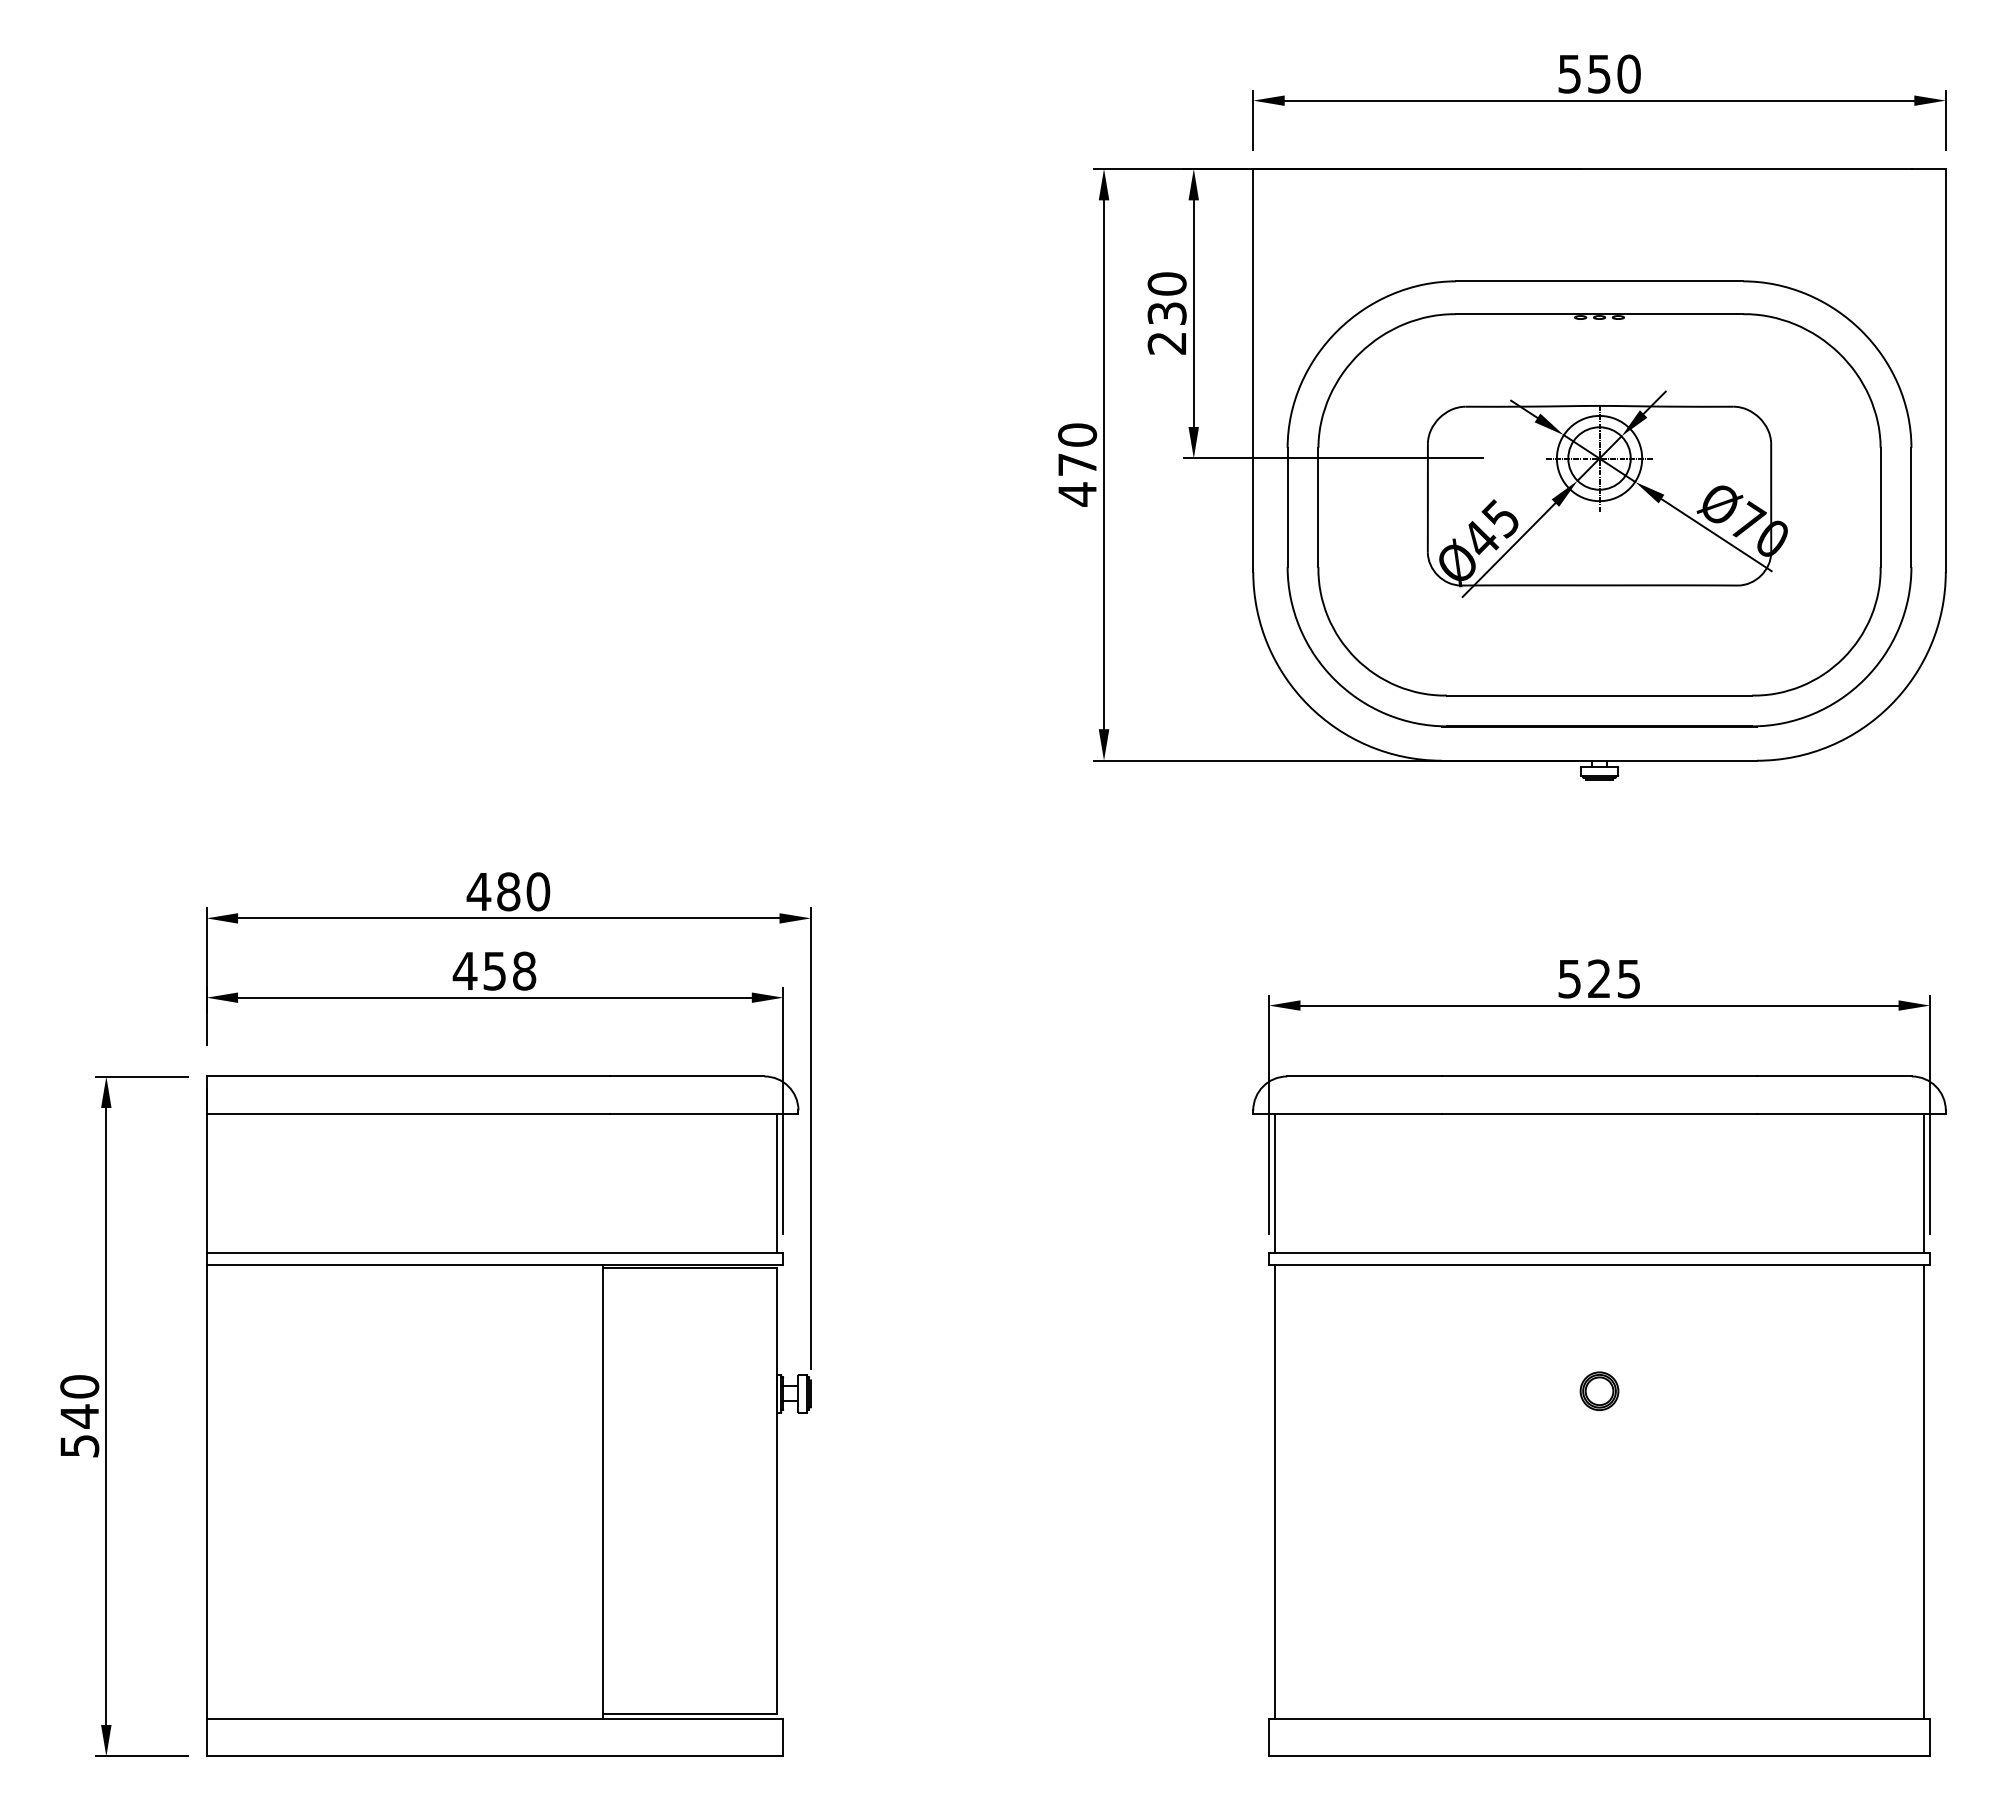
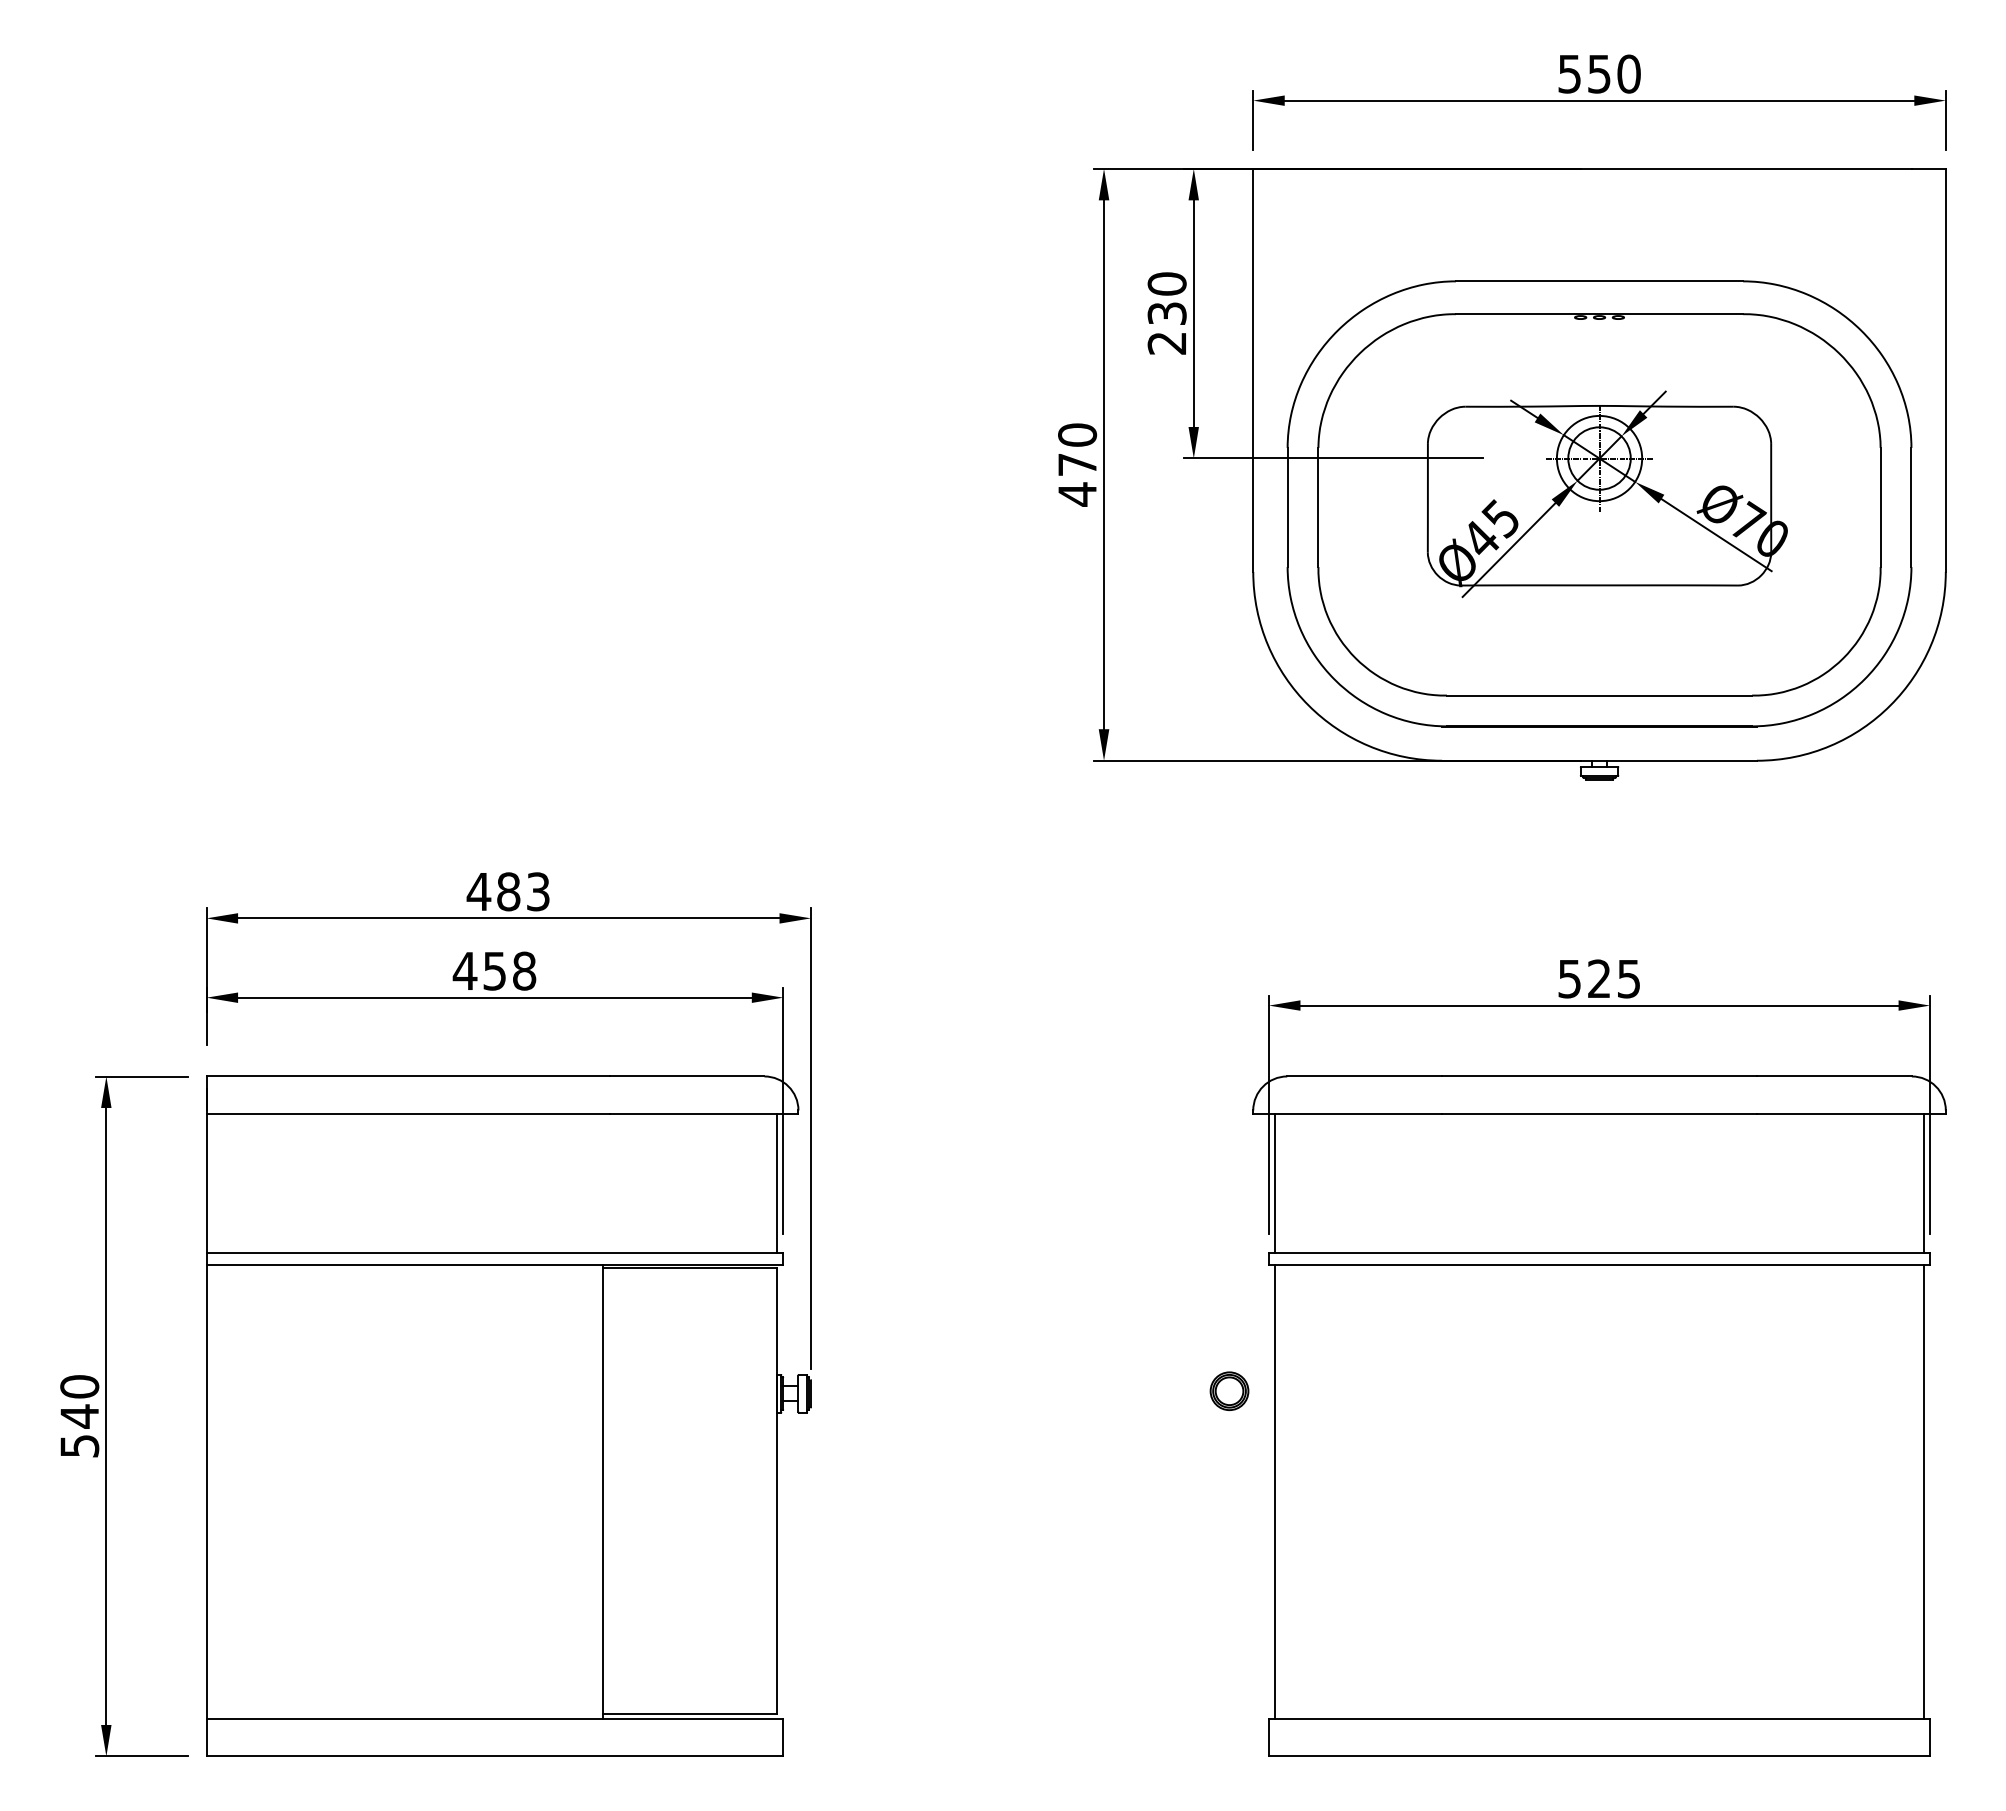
text at (538, 891): 480 -> 483
part at (1599, 1390) position: (1599, 1390) -> (1229, 1390)
